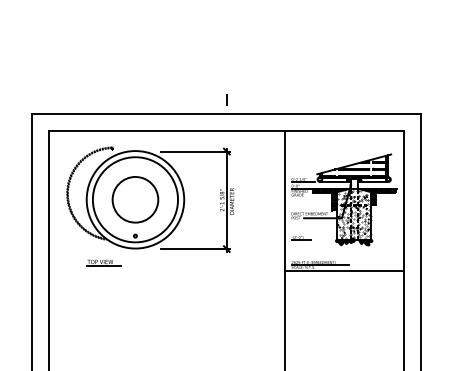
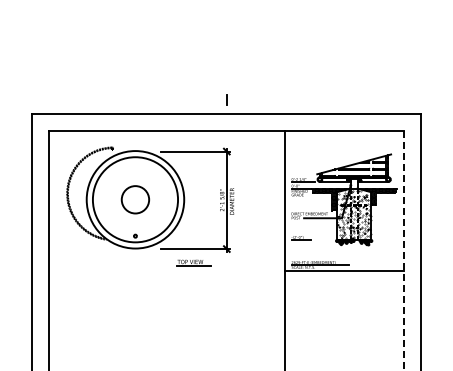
circle at (135, 199) diameter: 46 px -> 27 px
line at (403, 251): solid -> dashed
part at (103, 262) position: (103, 262) -> (193, 262)
